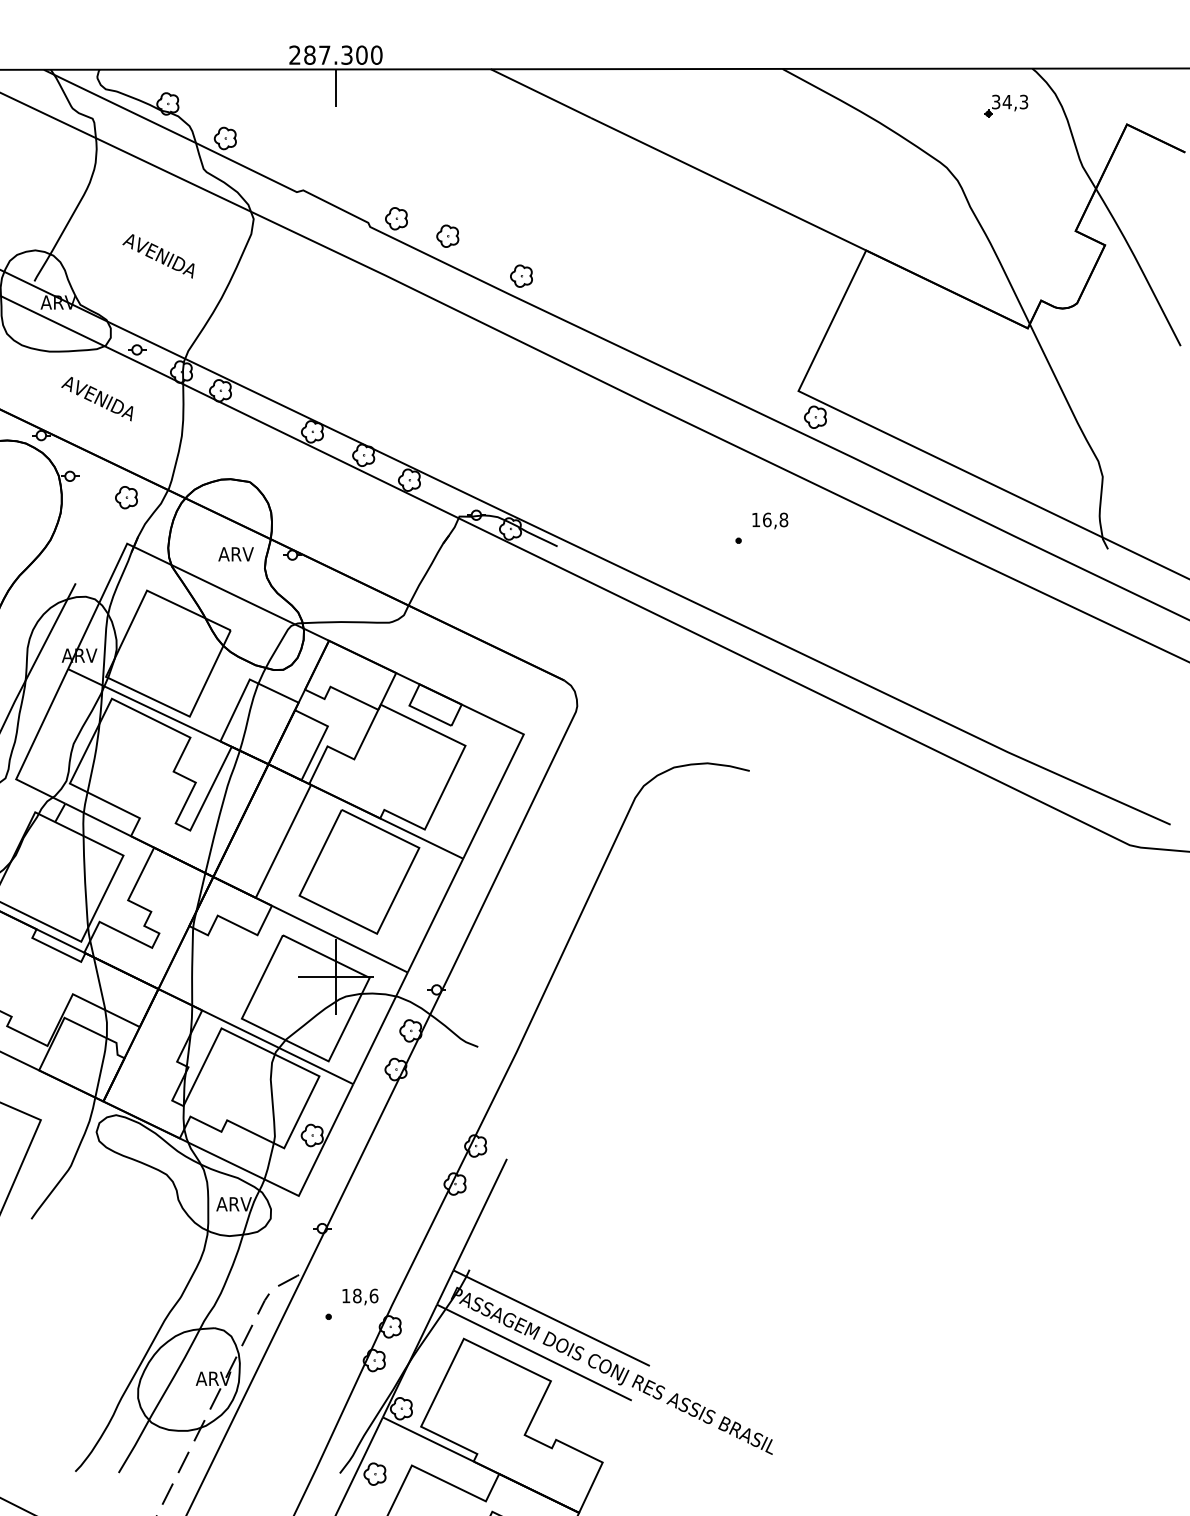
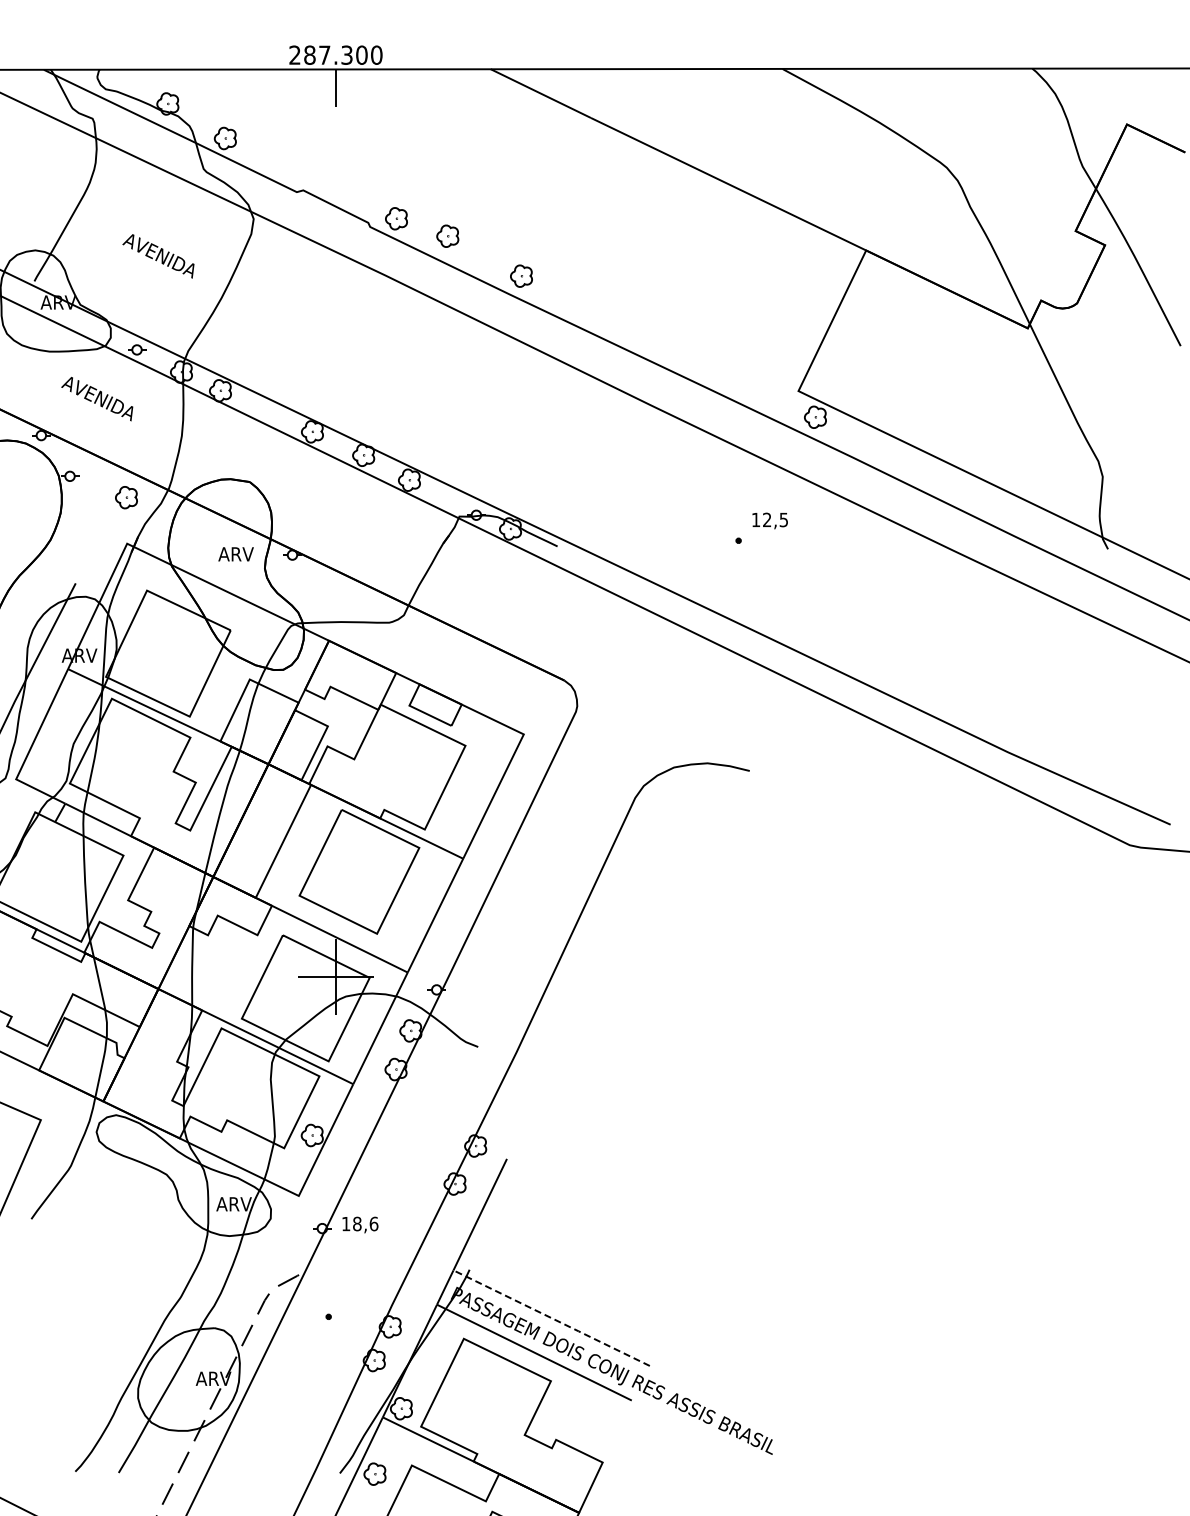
part at (1006, 105): present -> none
text at (775, 519): 16,8 -> 12,5
text at (360, 1296) position: (360, 1296) -> (360, 1224)
line at (551, 1318): solid -> dashed
